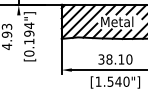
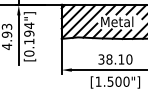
line at (18, 39): none -> present
text at (118, 81): [1.540"] -> [1.500"]
